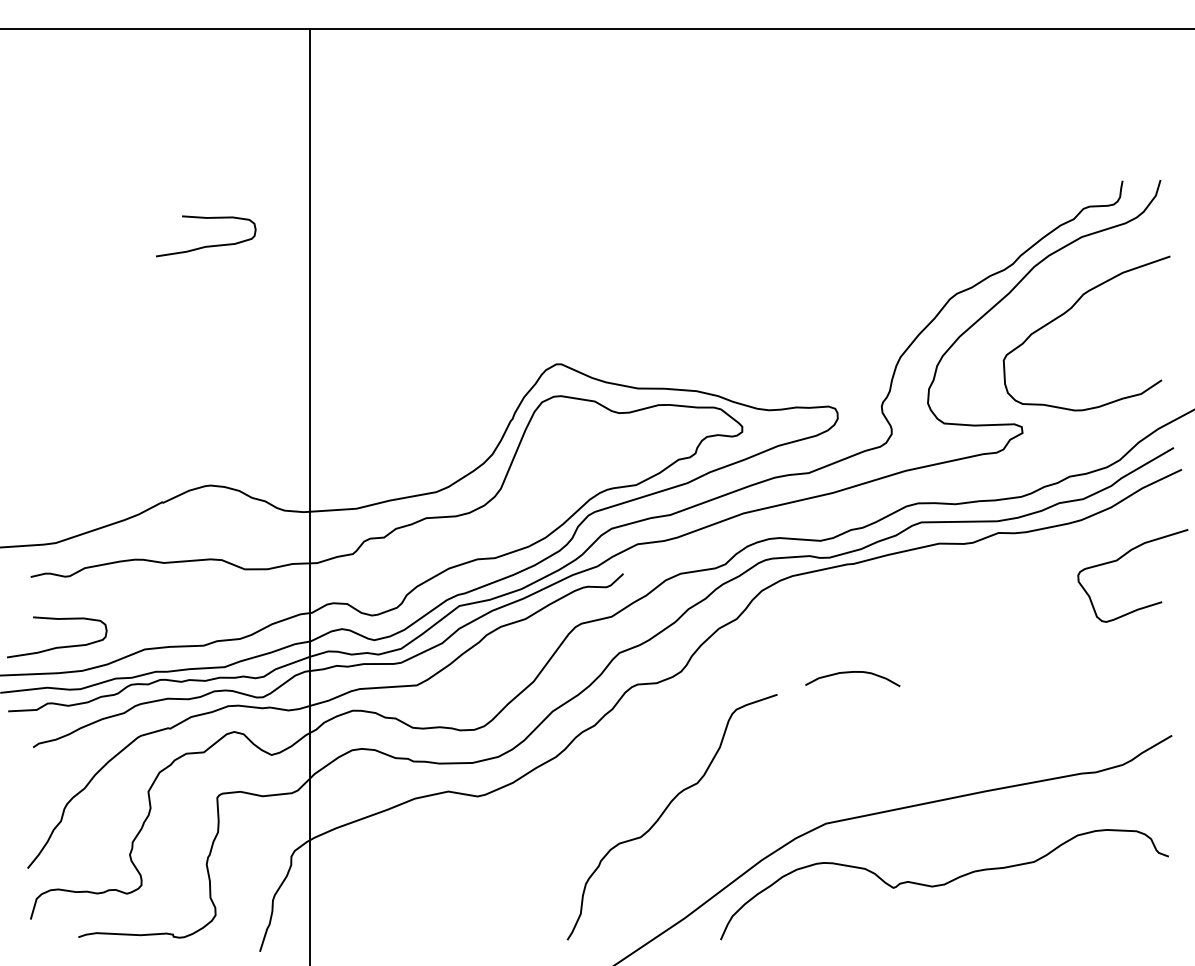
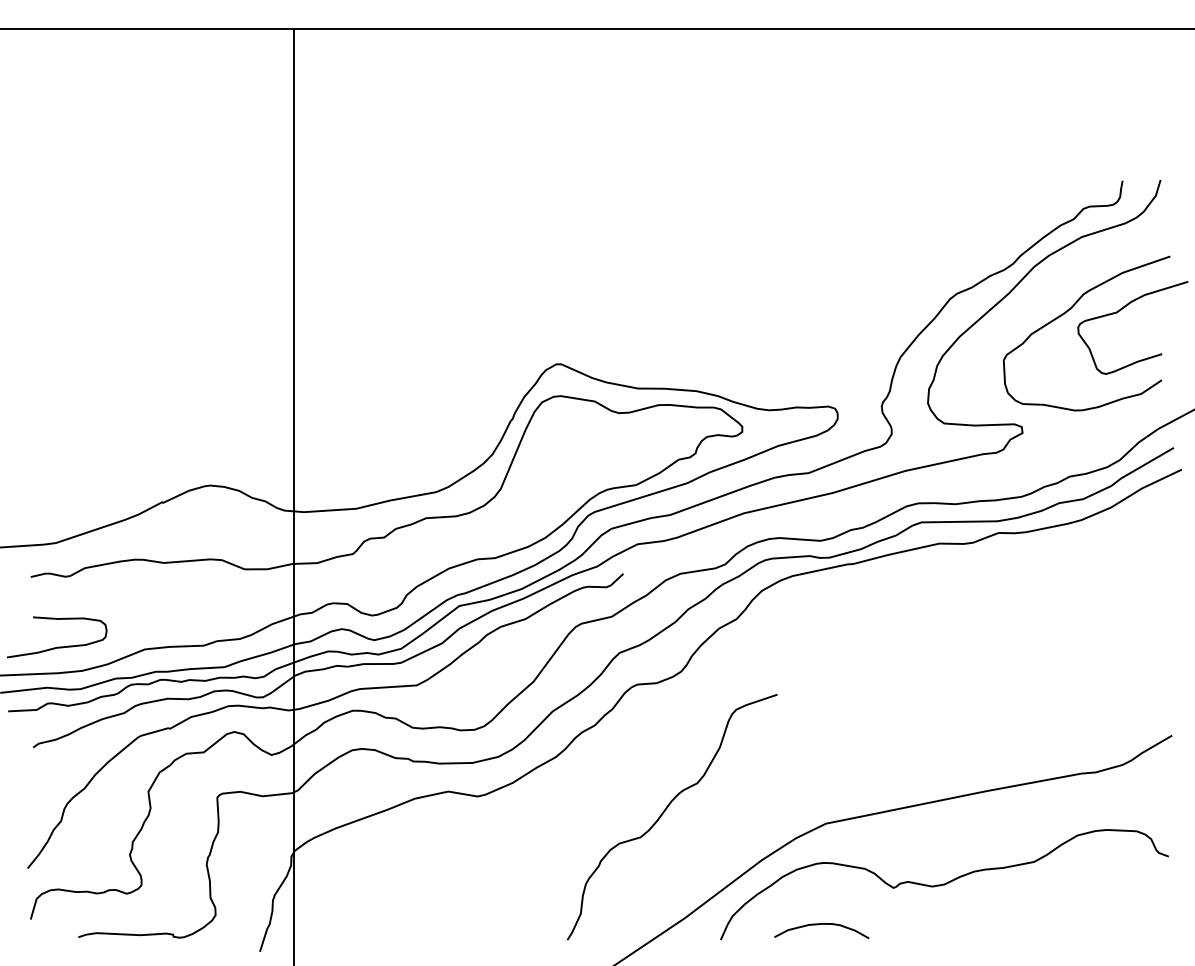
curve at (206, 245): present -> none
line at (310, 495) position: (310, 495) -> (294, 495)
curve at (1121, 558) position: (1121, 558) -> (1121, 310)
curve at (849, 673) position: (849, 673) -> (818, 925)
